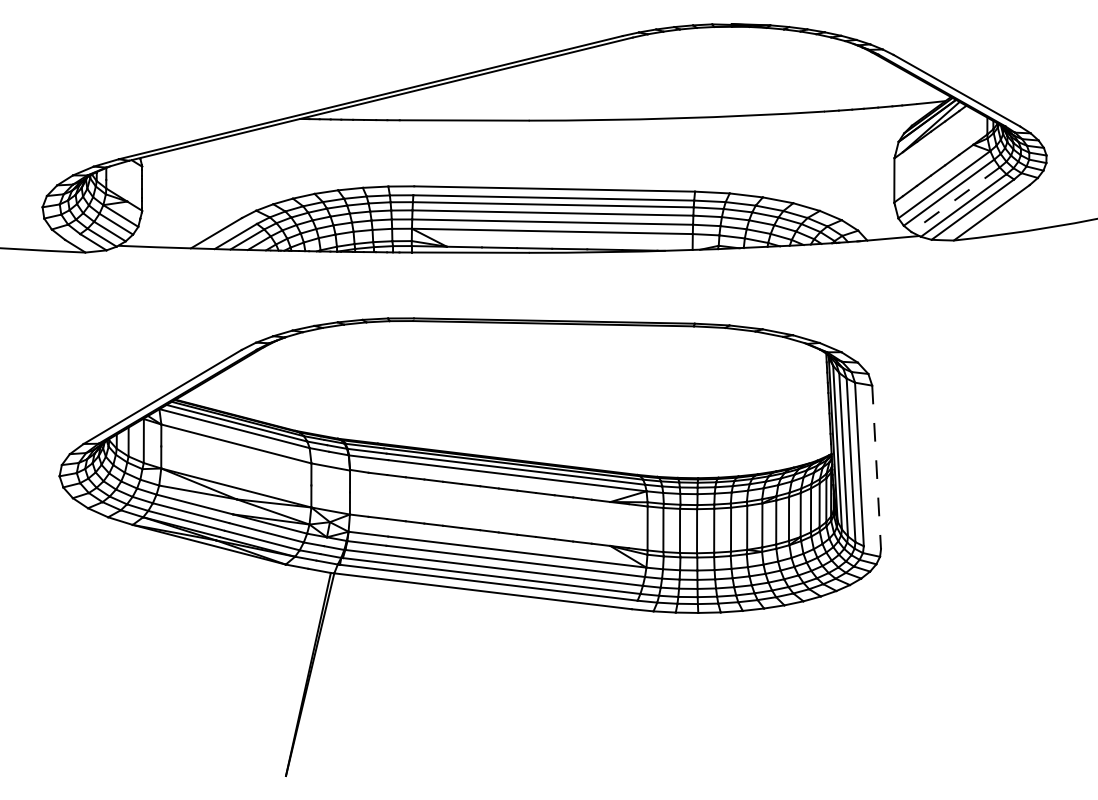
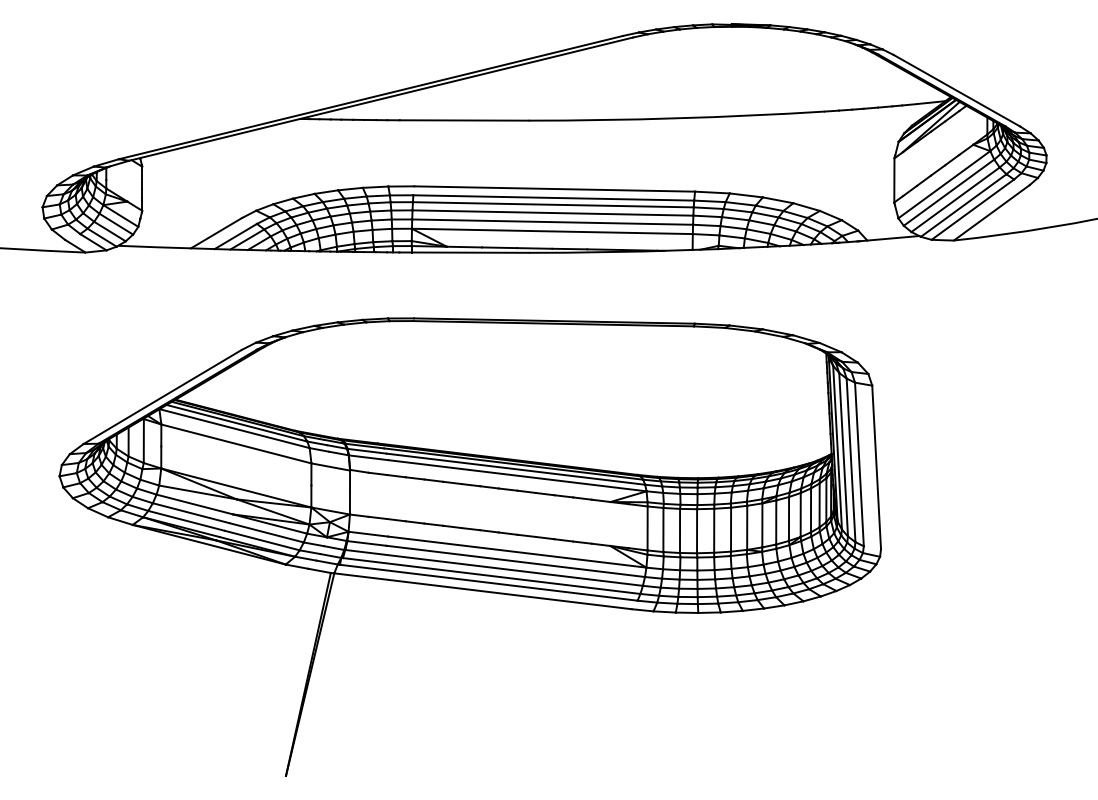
line at (955, 199): dashed -> solid
line at (876, 467): dashed -> solid
